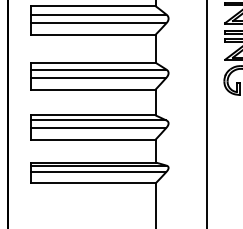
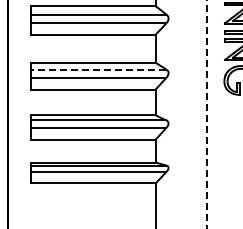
line at (98, 69): solid -> dashed
line at (206, 114): solid -> dashed
